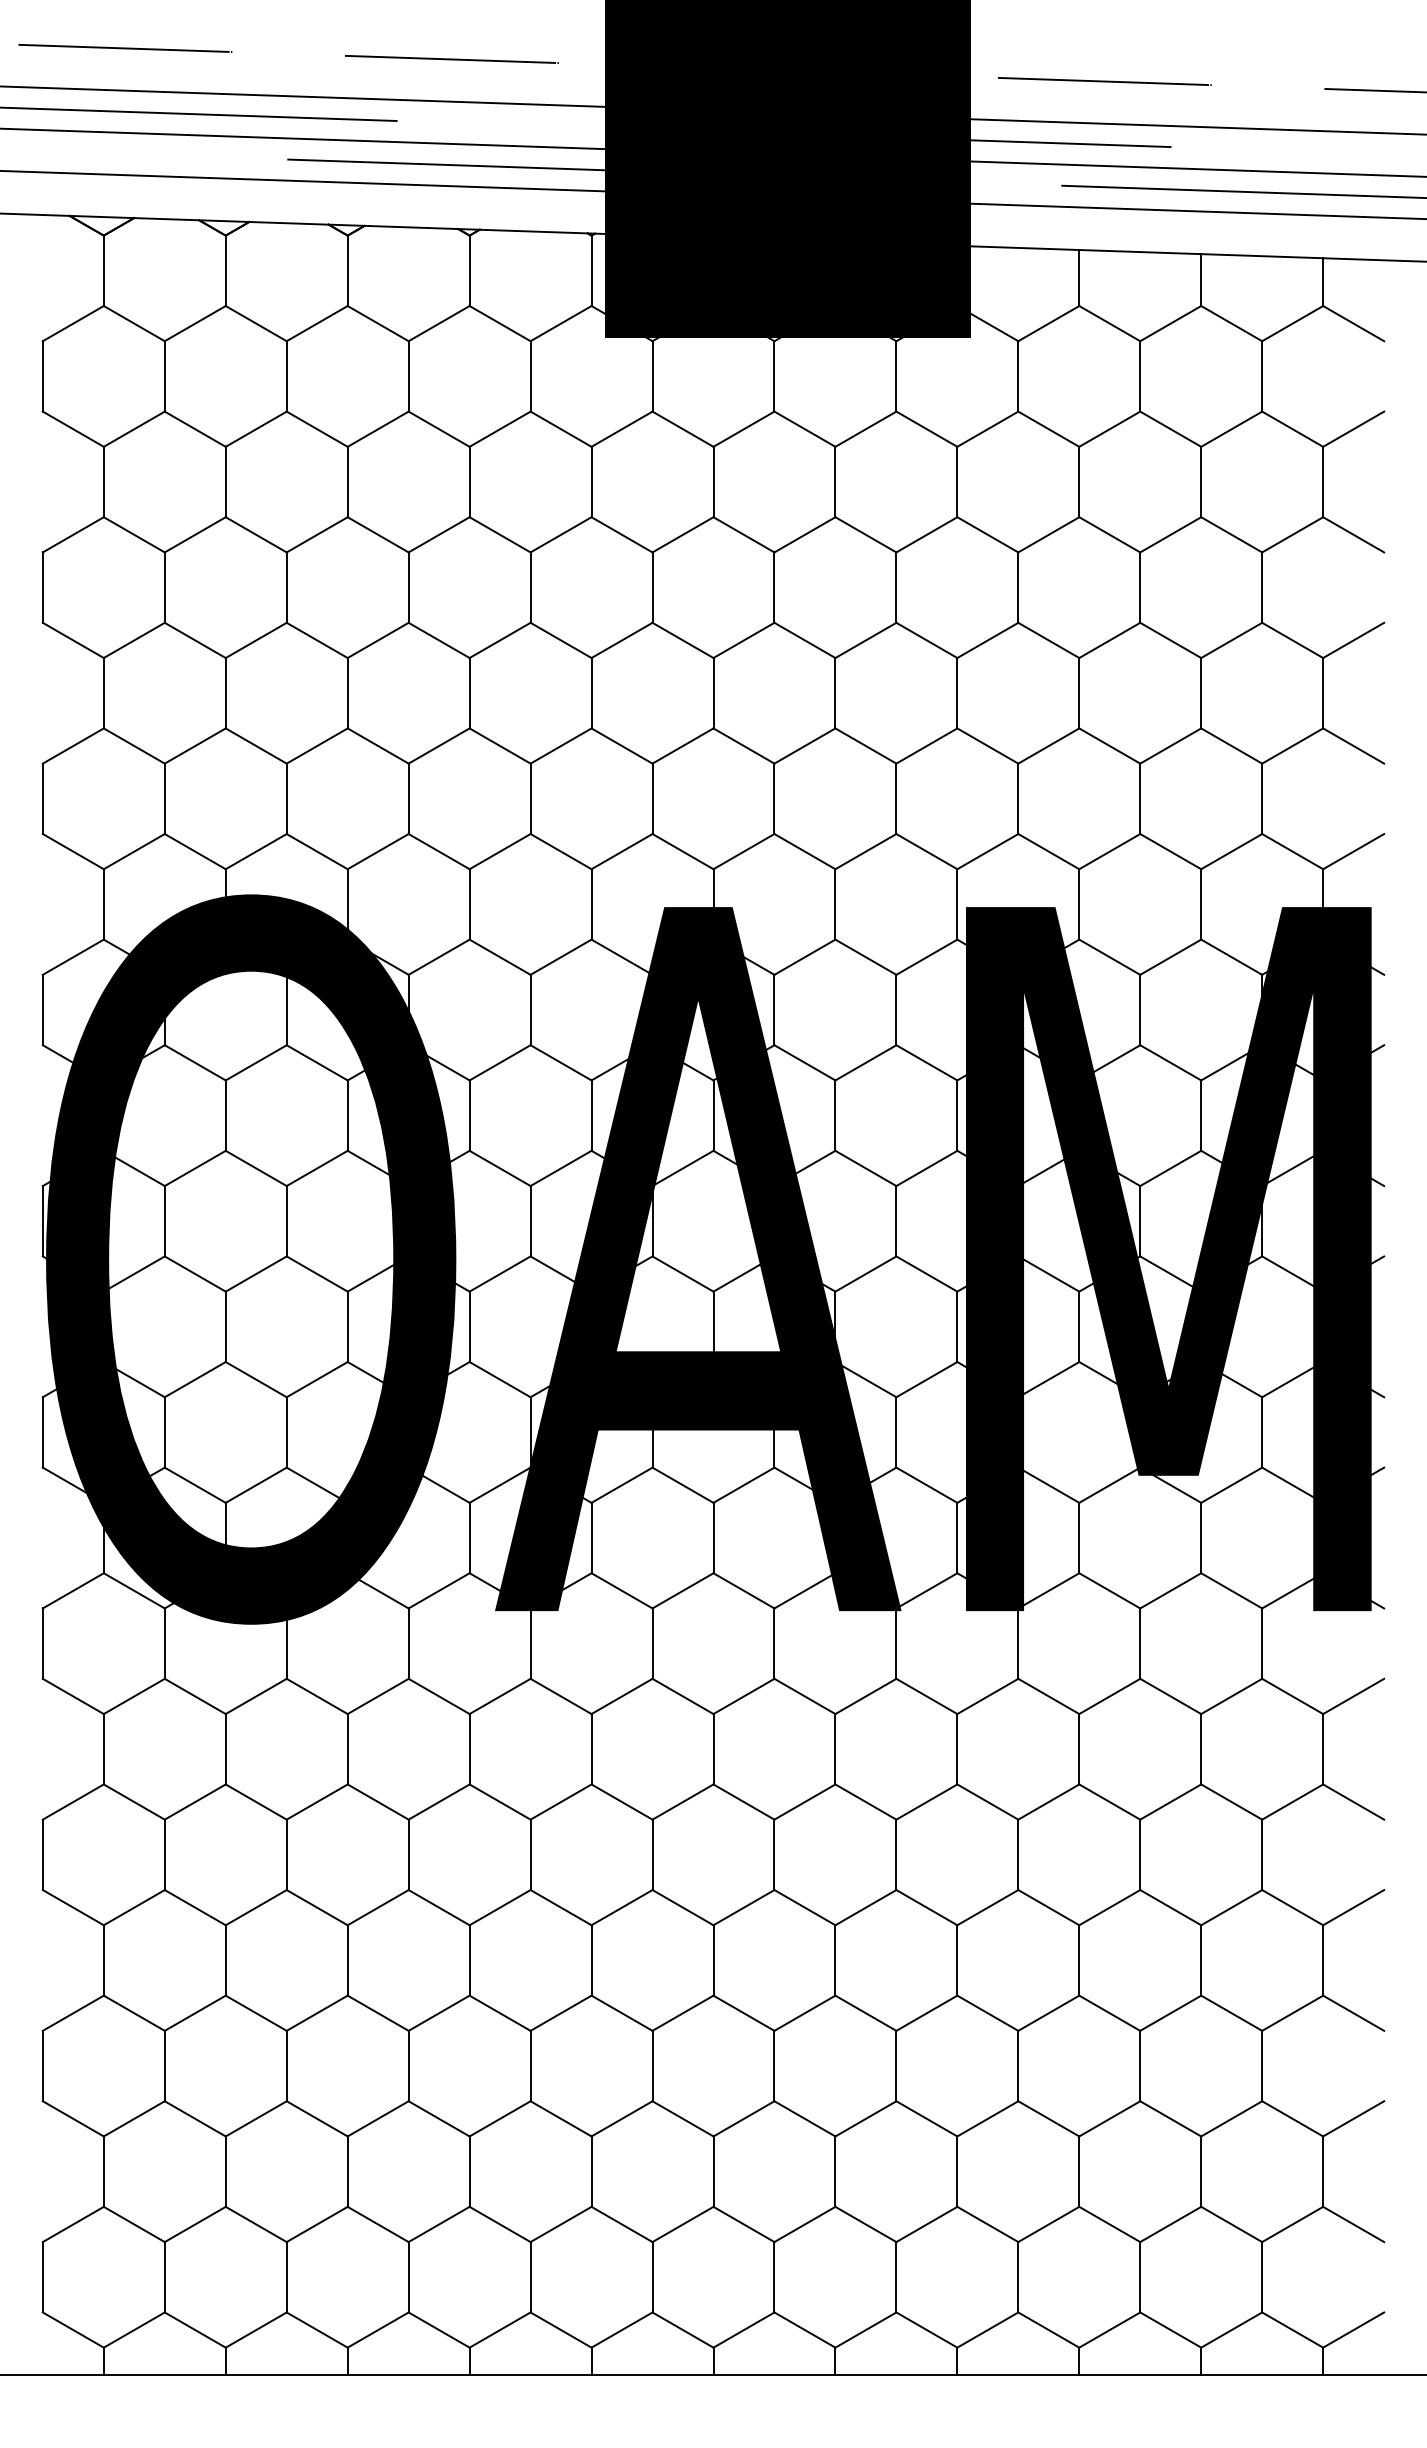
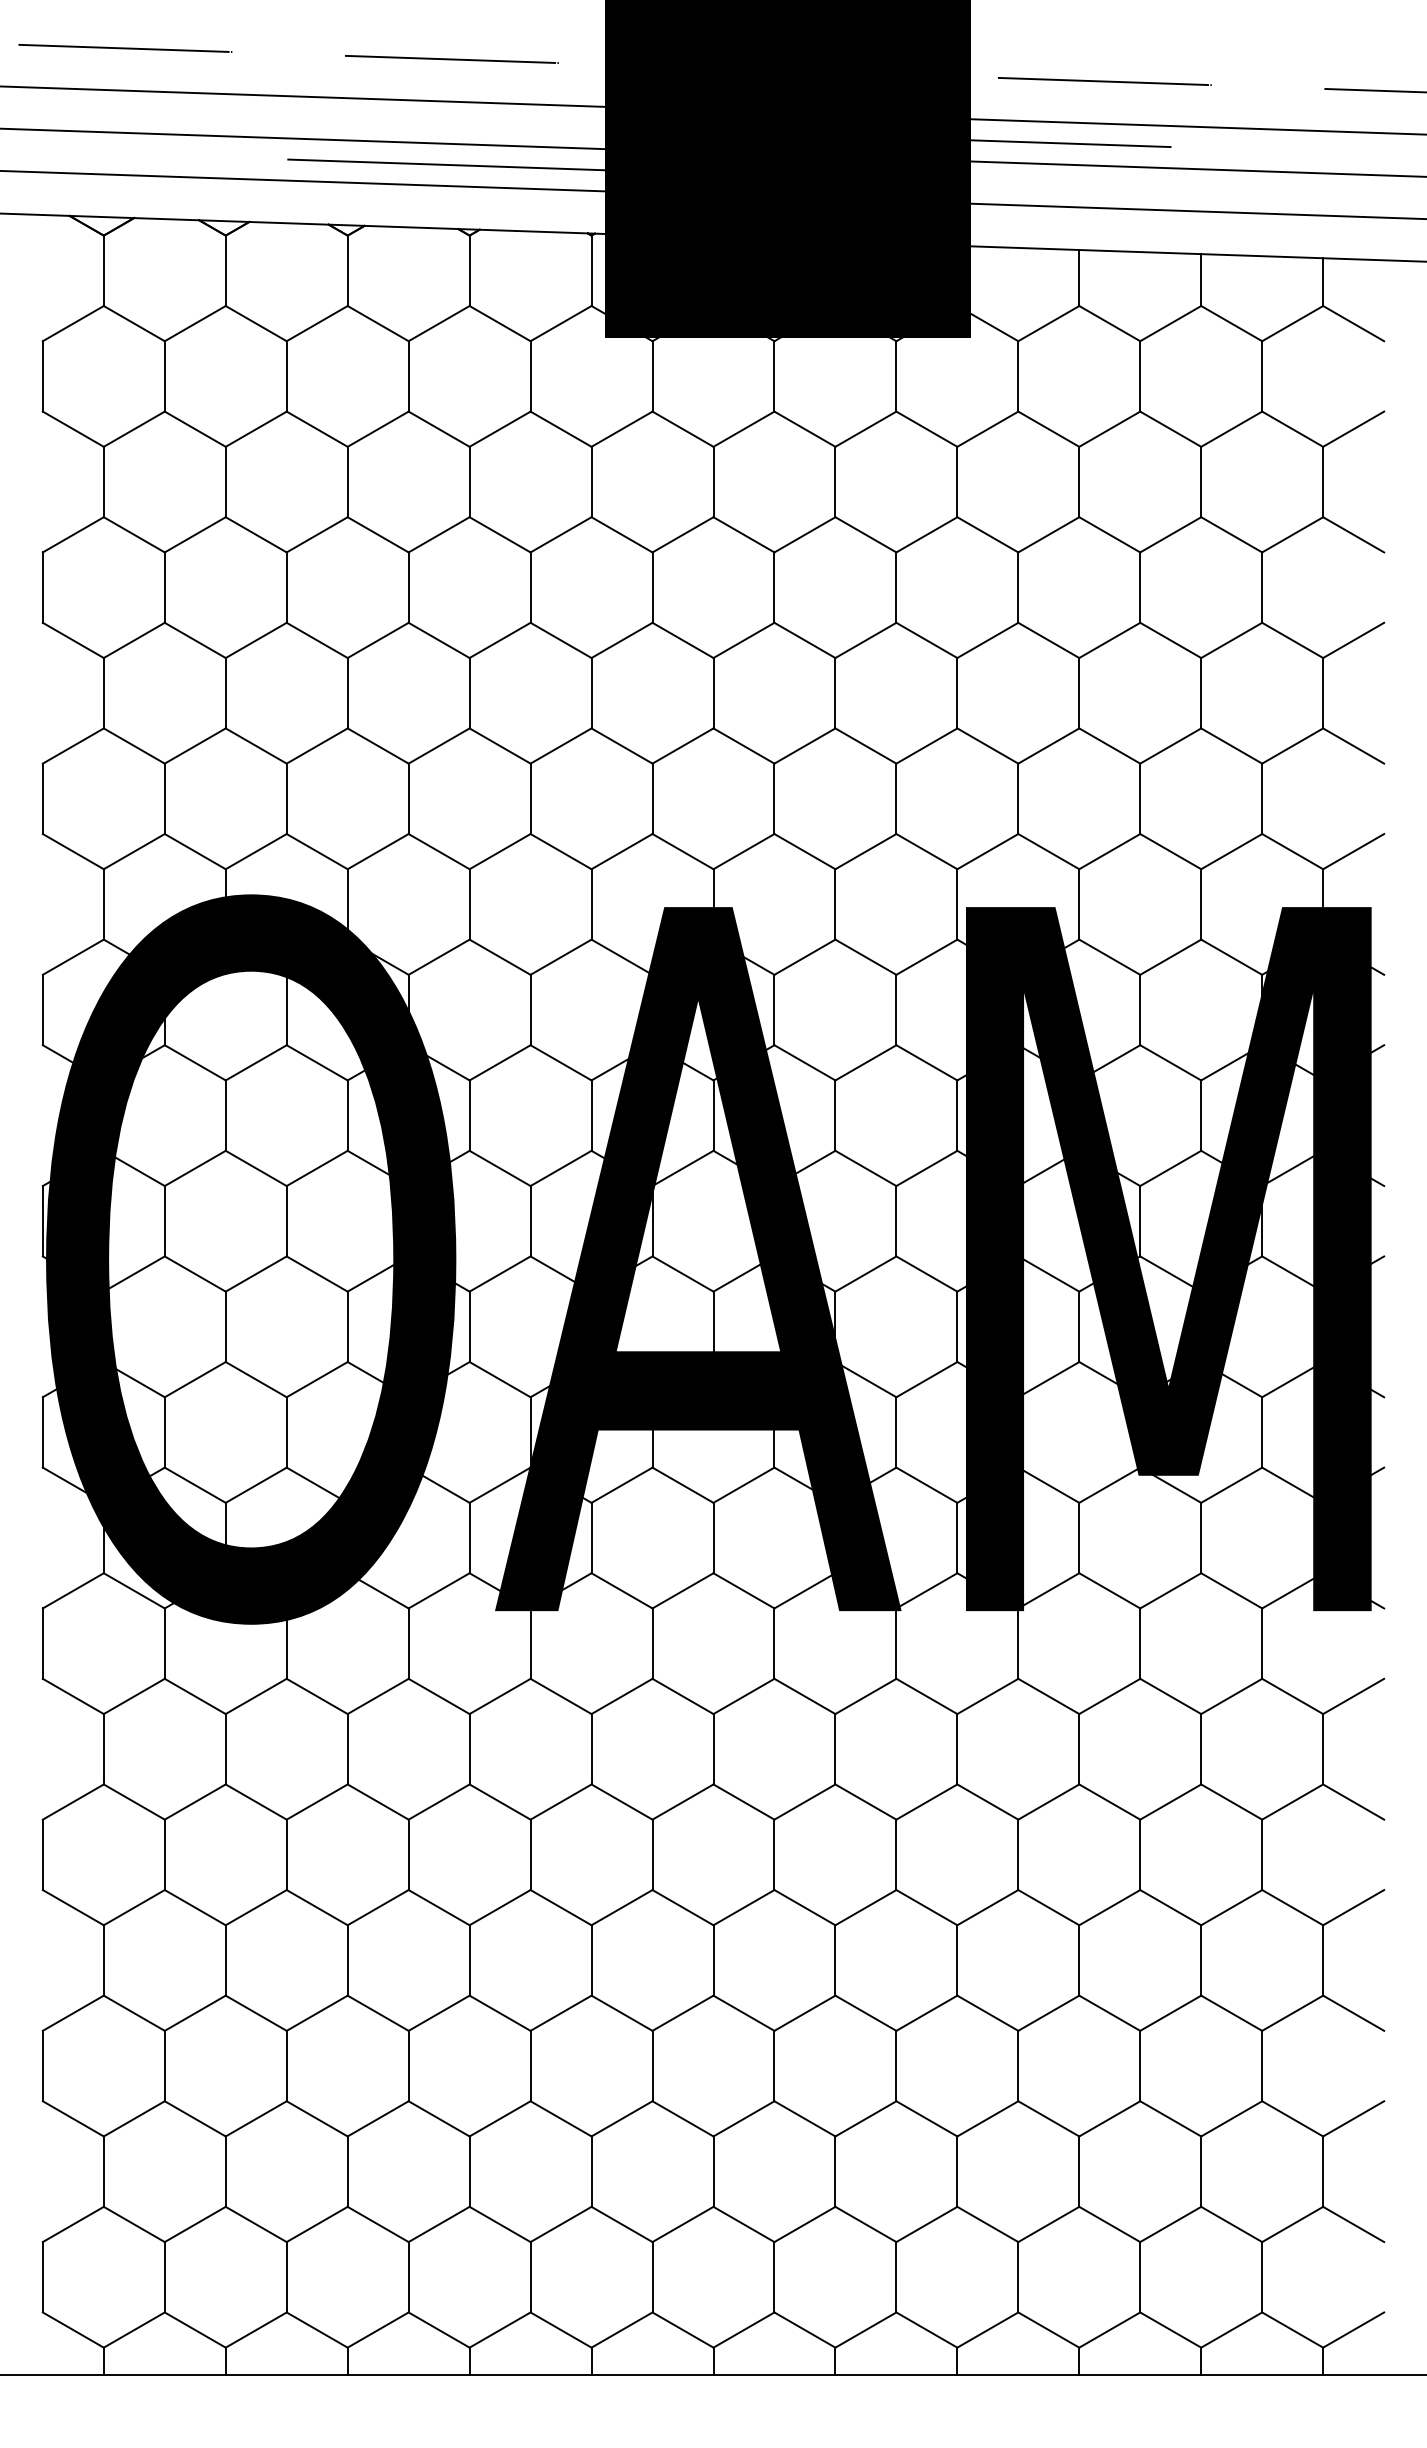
line at (199, 114): present -> none
line at (1242, 191): present -> none
